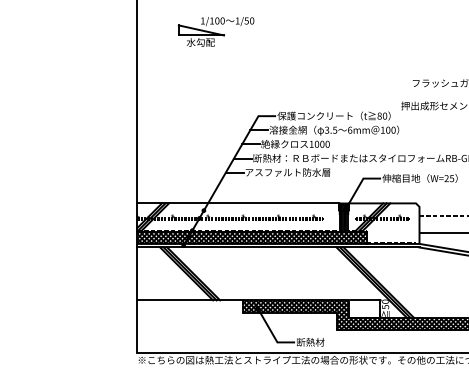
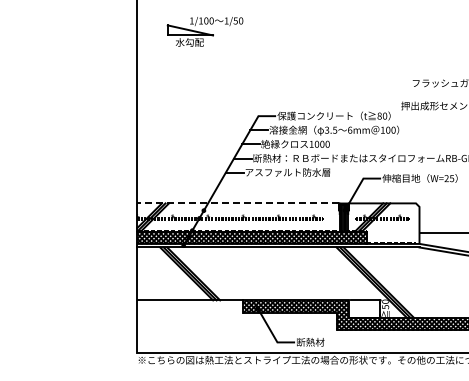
part at (215, 31) position: (215, 31) -> (204, 31)
line at (238, 203): solid -> dashed
line at (442, 215): present -> none
